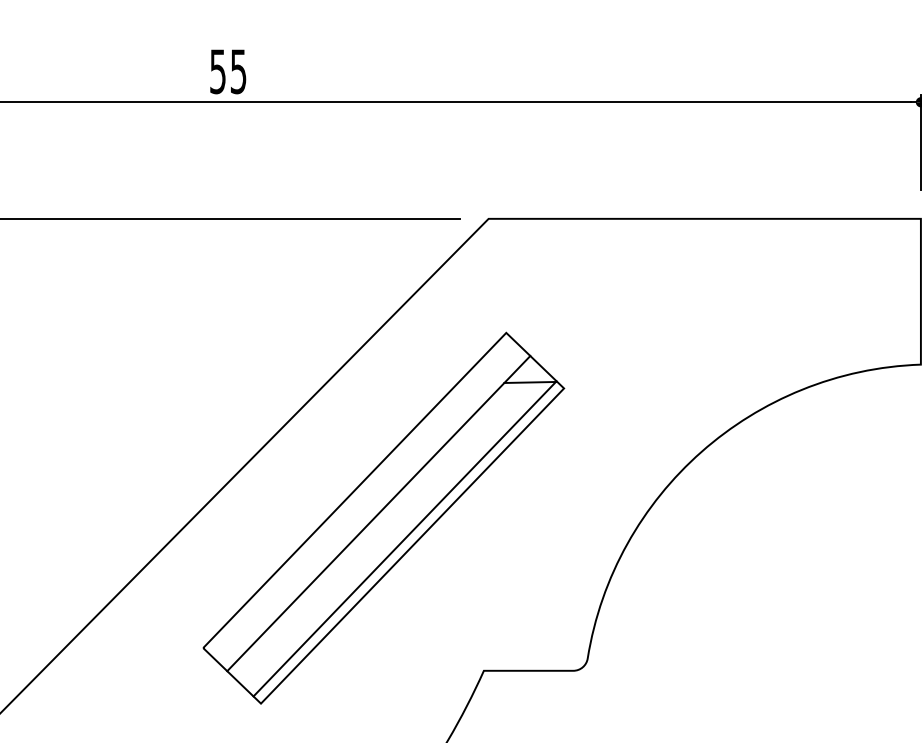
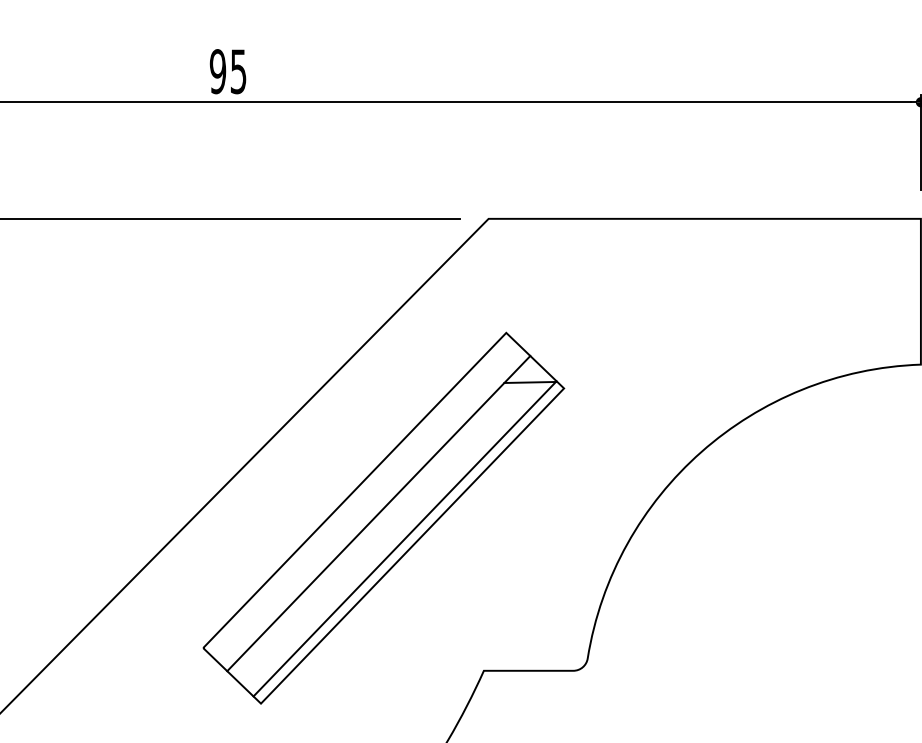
text at (217, 71): 55 -> 95
